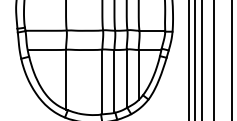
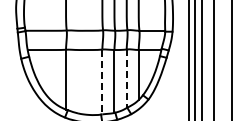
line at (126, 79): solid -> dashed
line at (102, 82): solid -> dashed
